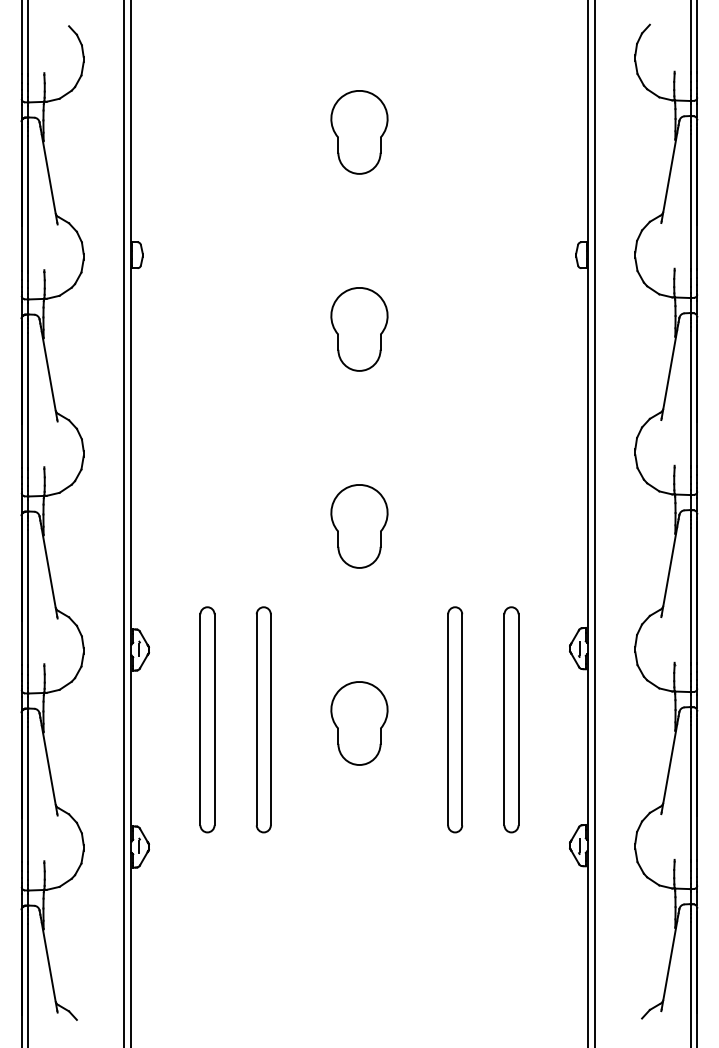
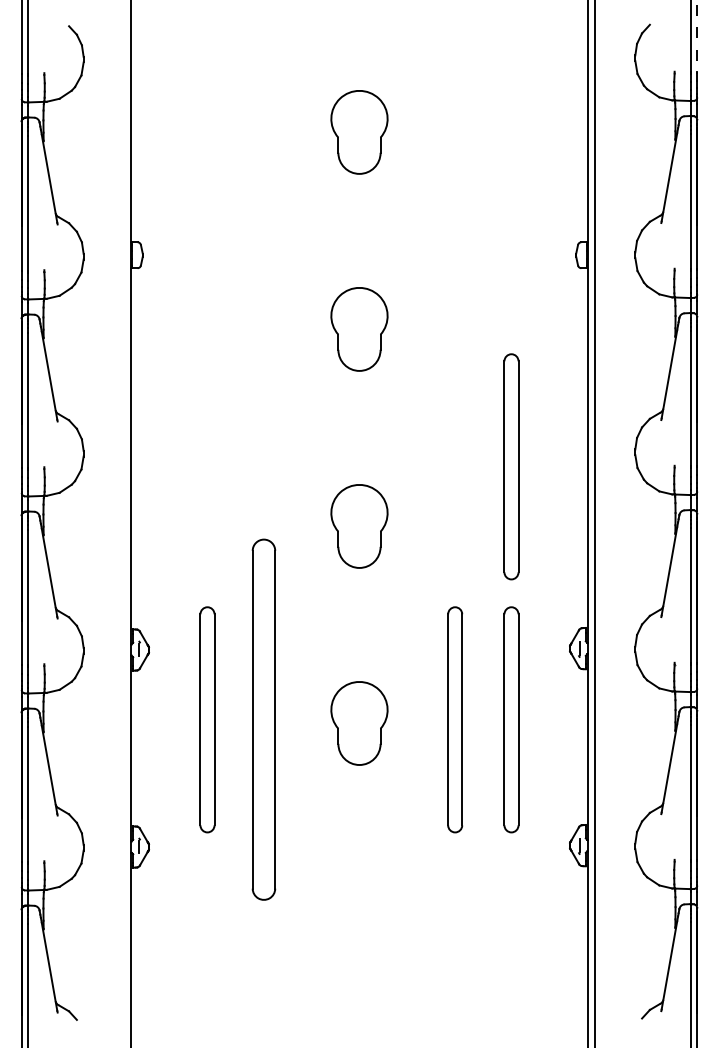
line at (697, 36): solid -> dashed
part at (511, 466): none -> present
line at (124, 523): present -> none
part at (263, 719) size: 17x228 px -> 26x363 px
